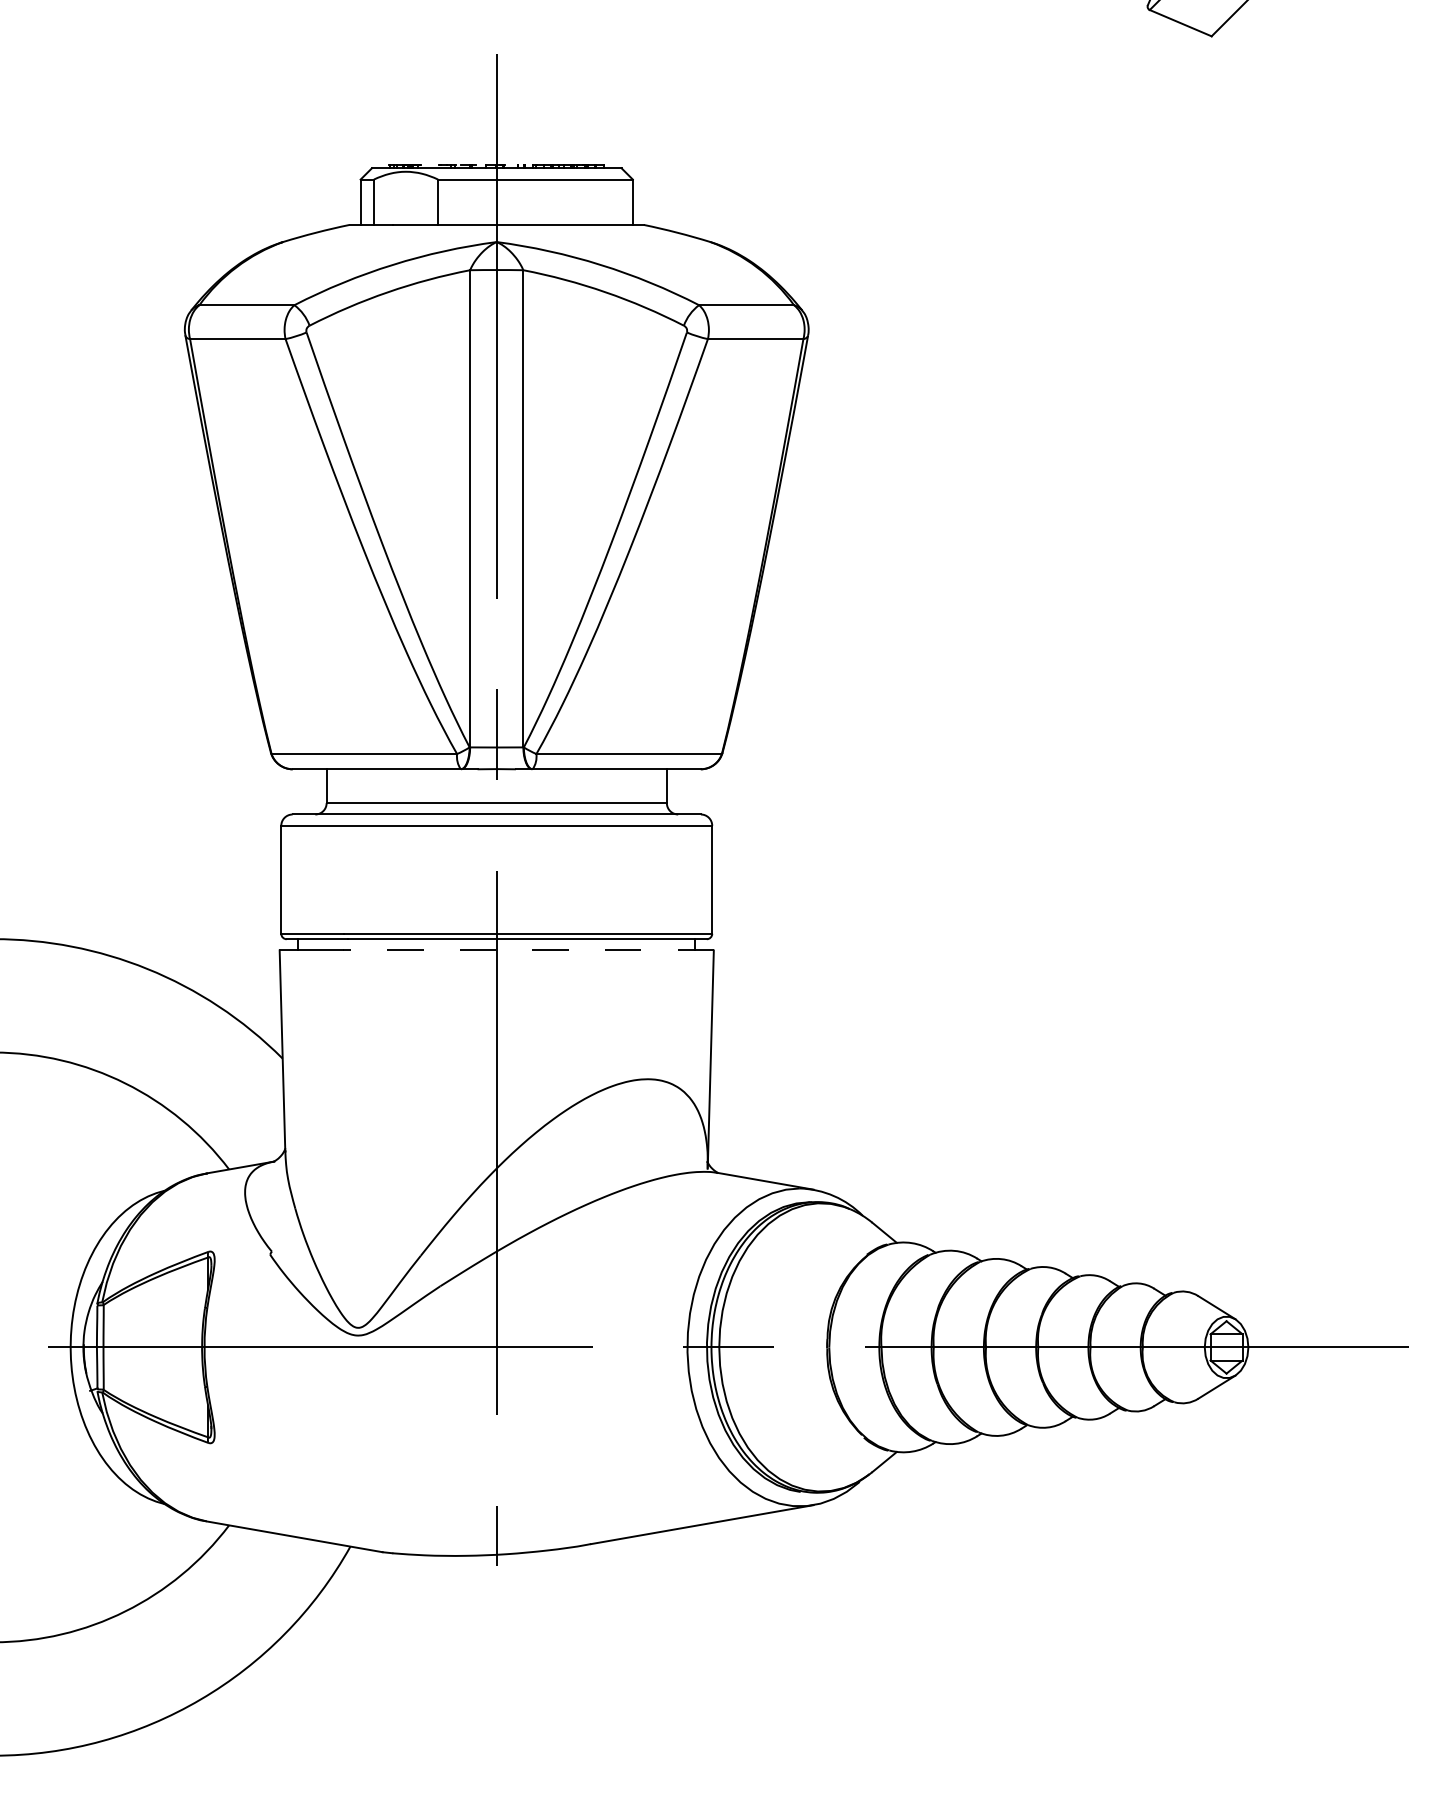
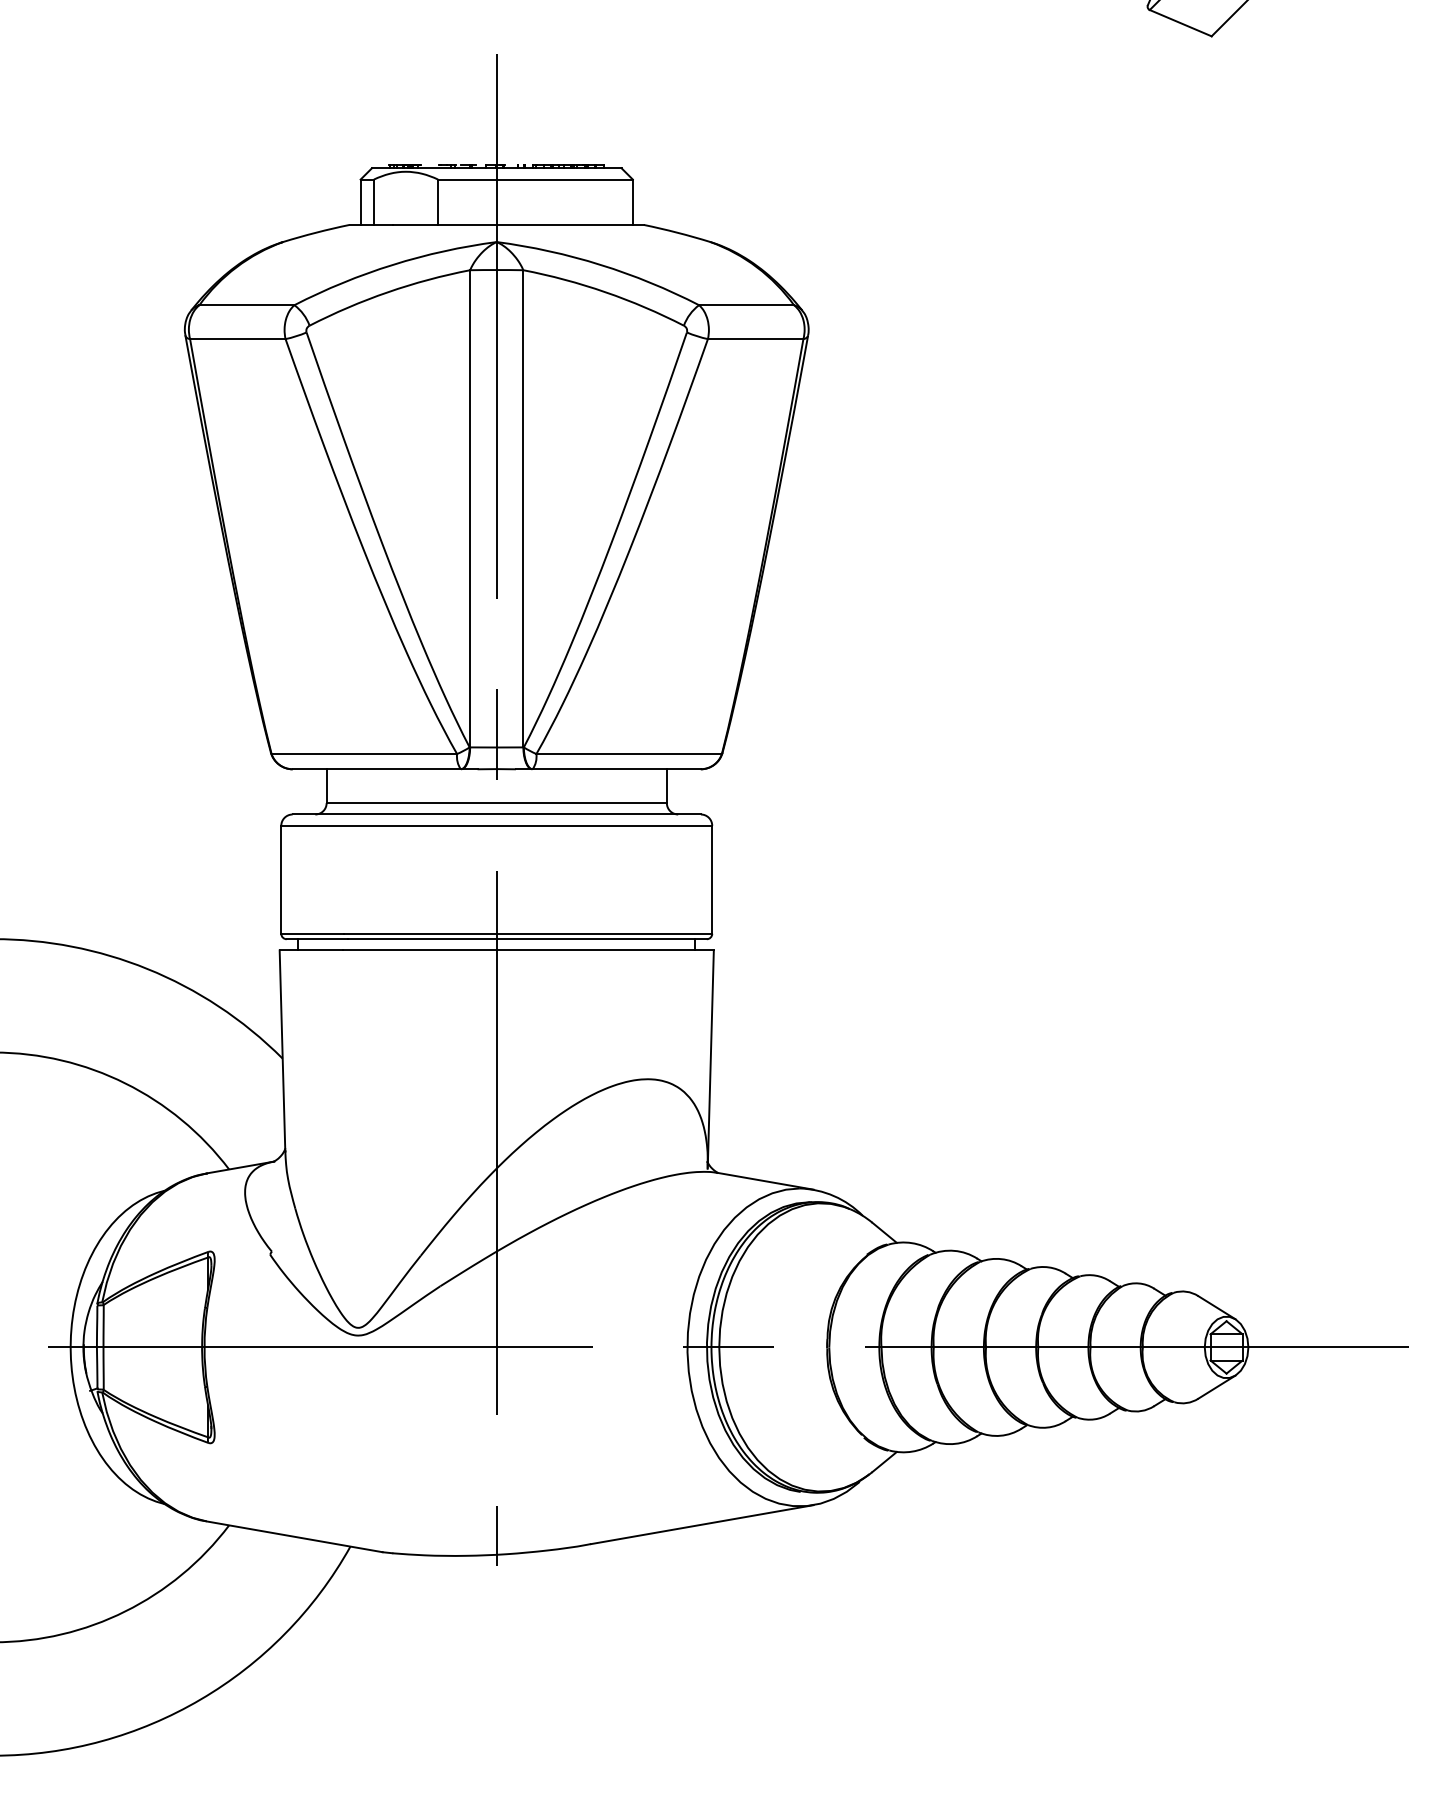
line at (528, 950): dashed -> solid
